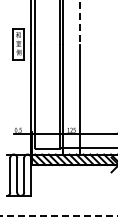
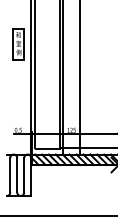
line at (79, 22): dashed -> solid
line at (59, 215): dashed -> solid
